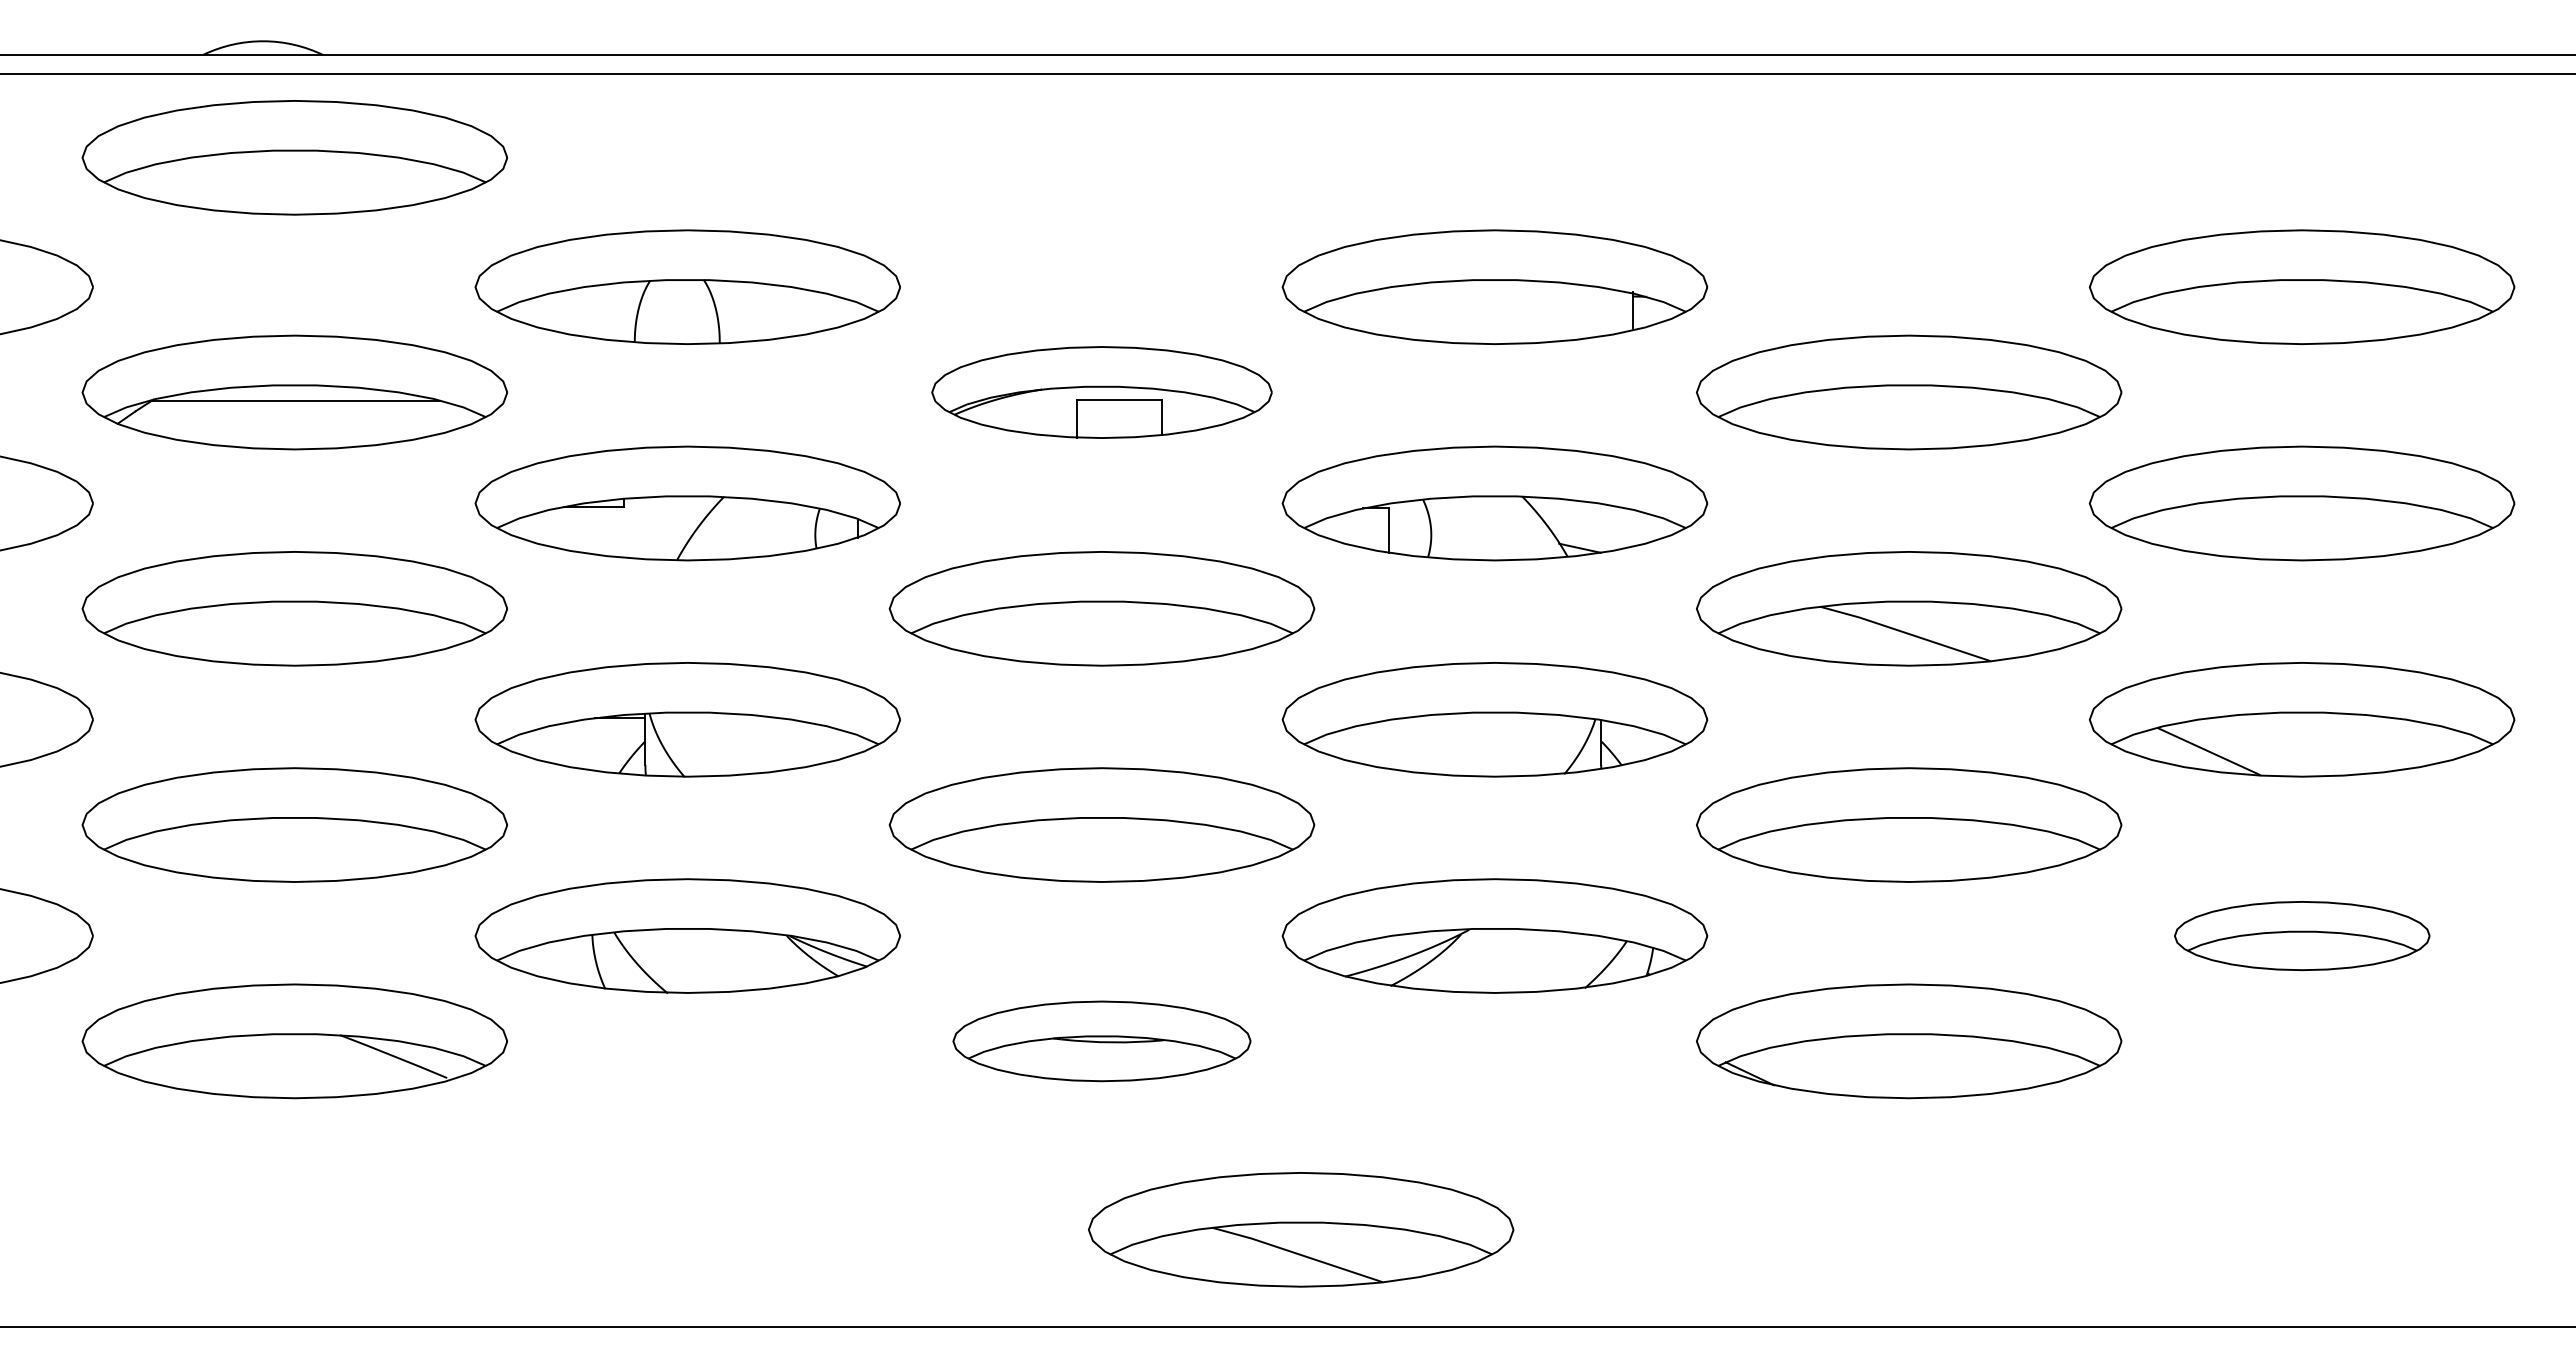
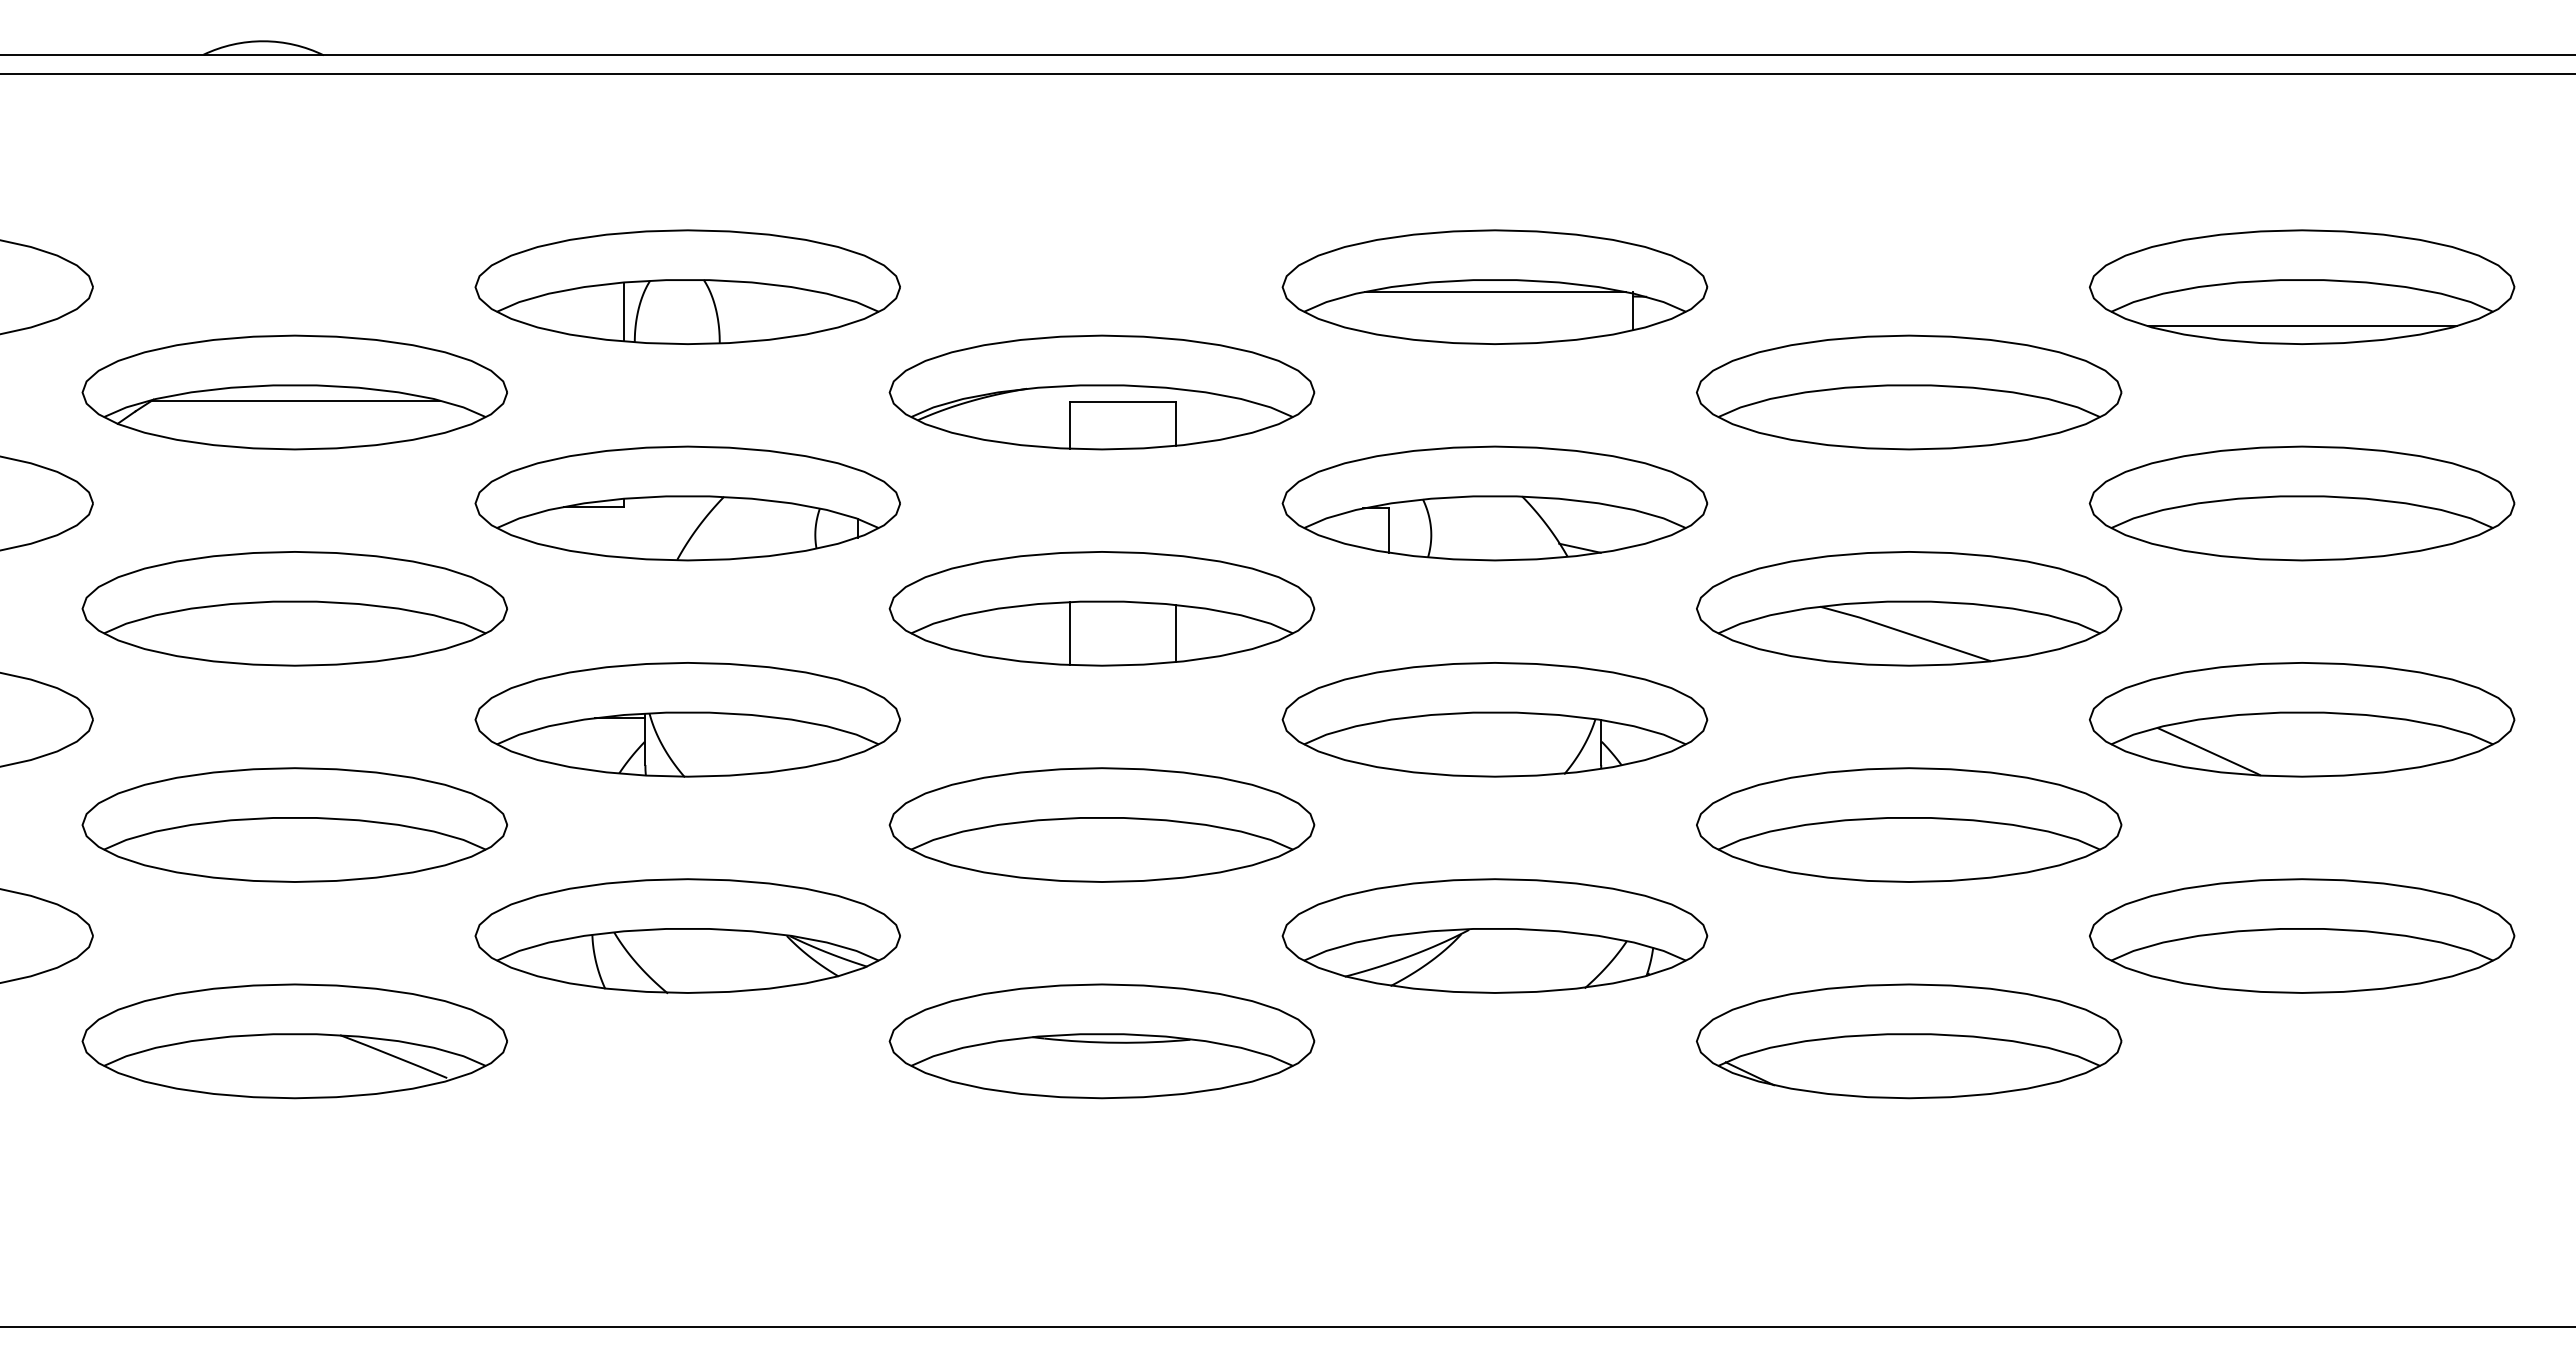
part at (294, 157): present -> none
line at (1494, 291): none -> present
line at (624, 311): none -> present
line at (2301, 326): none -> present
part at (1101, 392) size: 342x93 px -> 428x117 px
line at (1070, 633): none -> present
line at (1176, 633): none -> present
part at (2302, 936) size: 257x71 px -> 427x116 px
part at (1101, 1041) size: 300x83 px -> 428x117 px
part at (1301, 1229): present -> none
